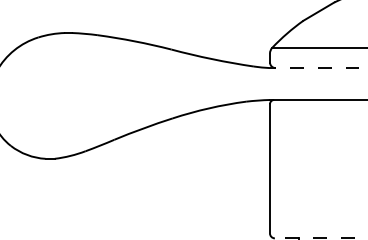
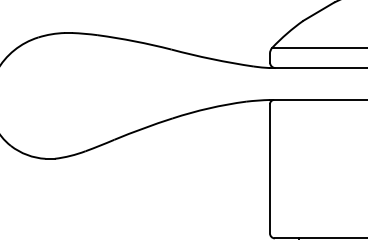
line at (318, 68): dashed -> solid
line at (320, 238): dashed -> solid
